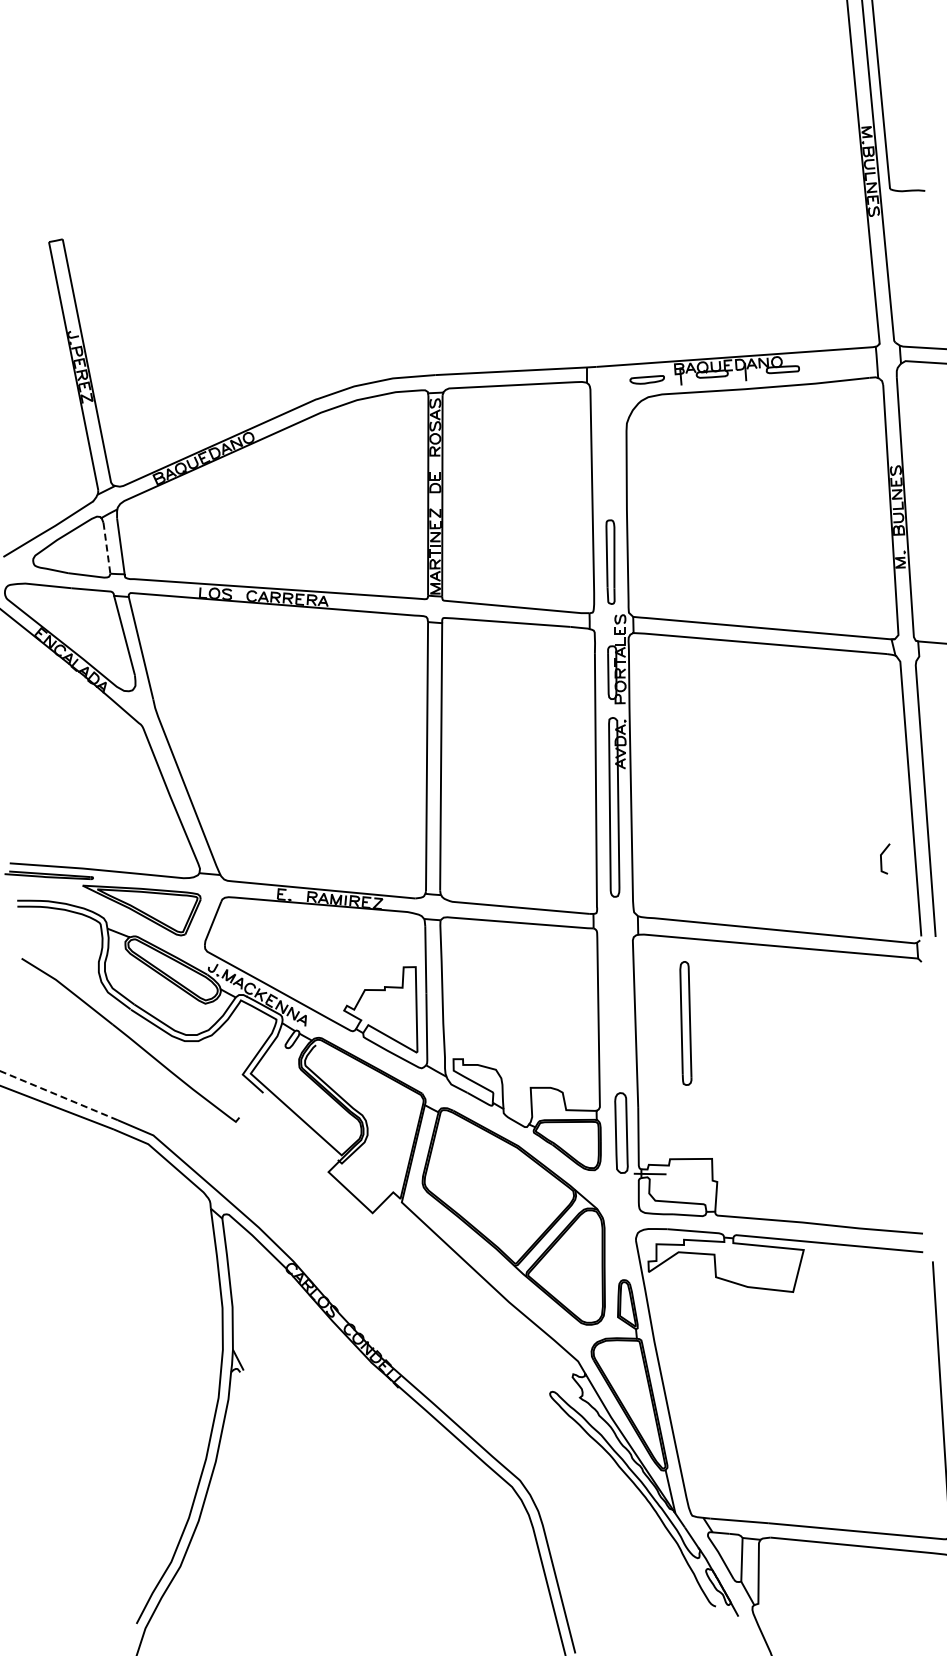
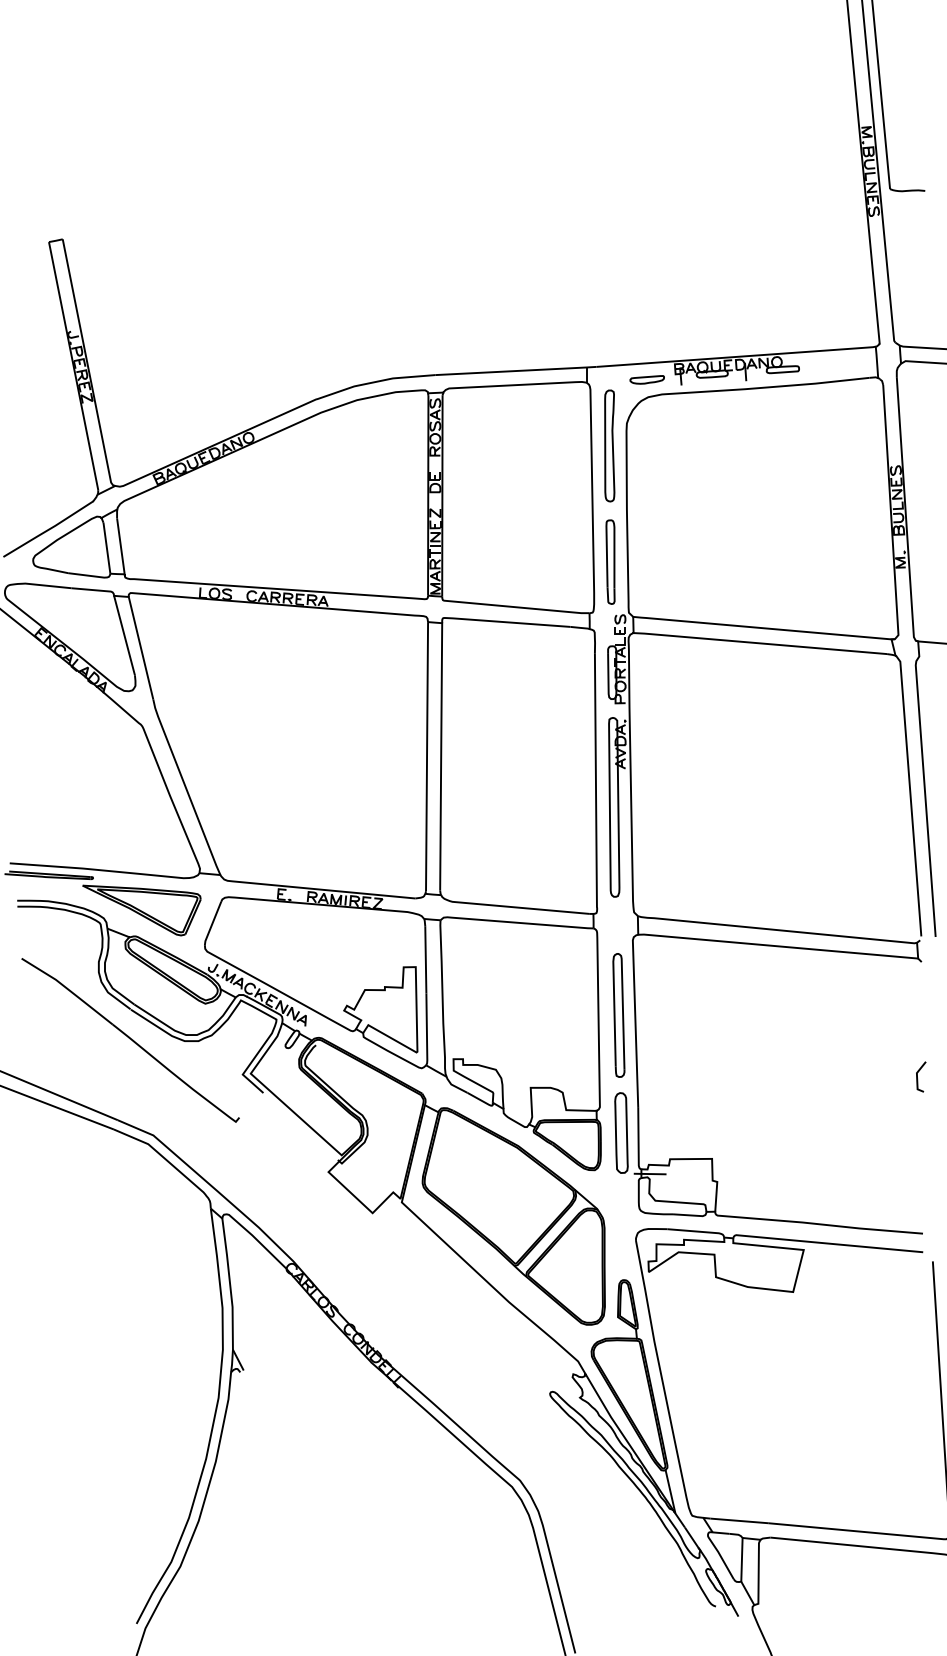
part at (609, 445): none -> present
line at (106, 548): dashed -> solid
line at (881, 858) position: (881, 858) -> (917, 1076)
part at (685, 1023) position: (685, 1023) -> (618, 1015)
line at (59, 1095): dashed -> solid
